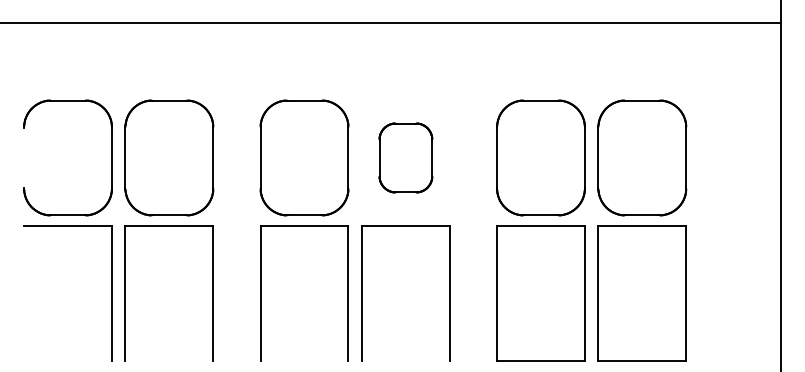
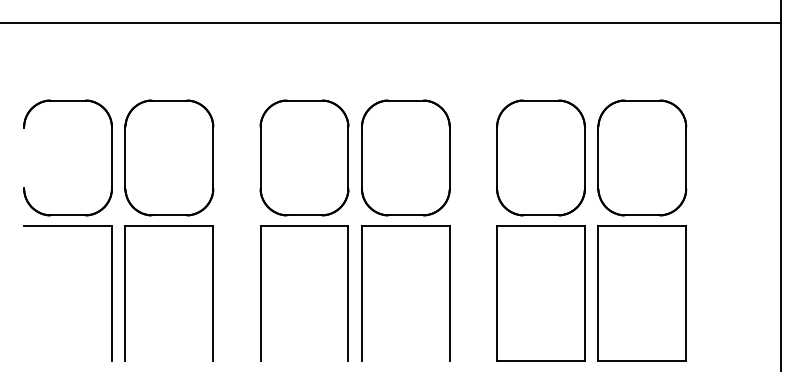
part at (405, 157) size: 56x72 px -> 90x118 px
